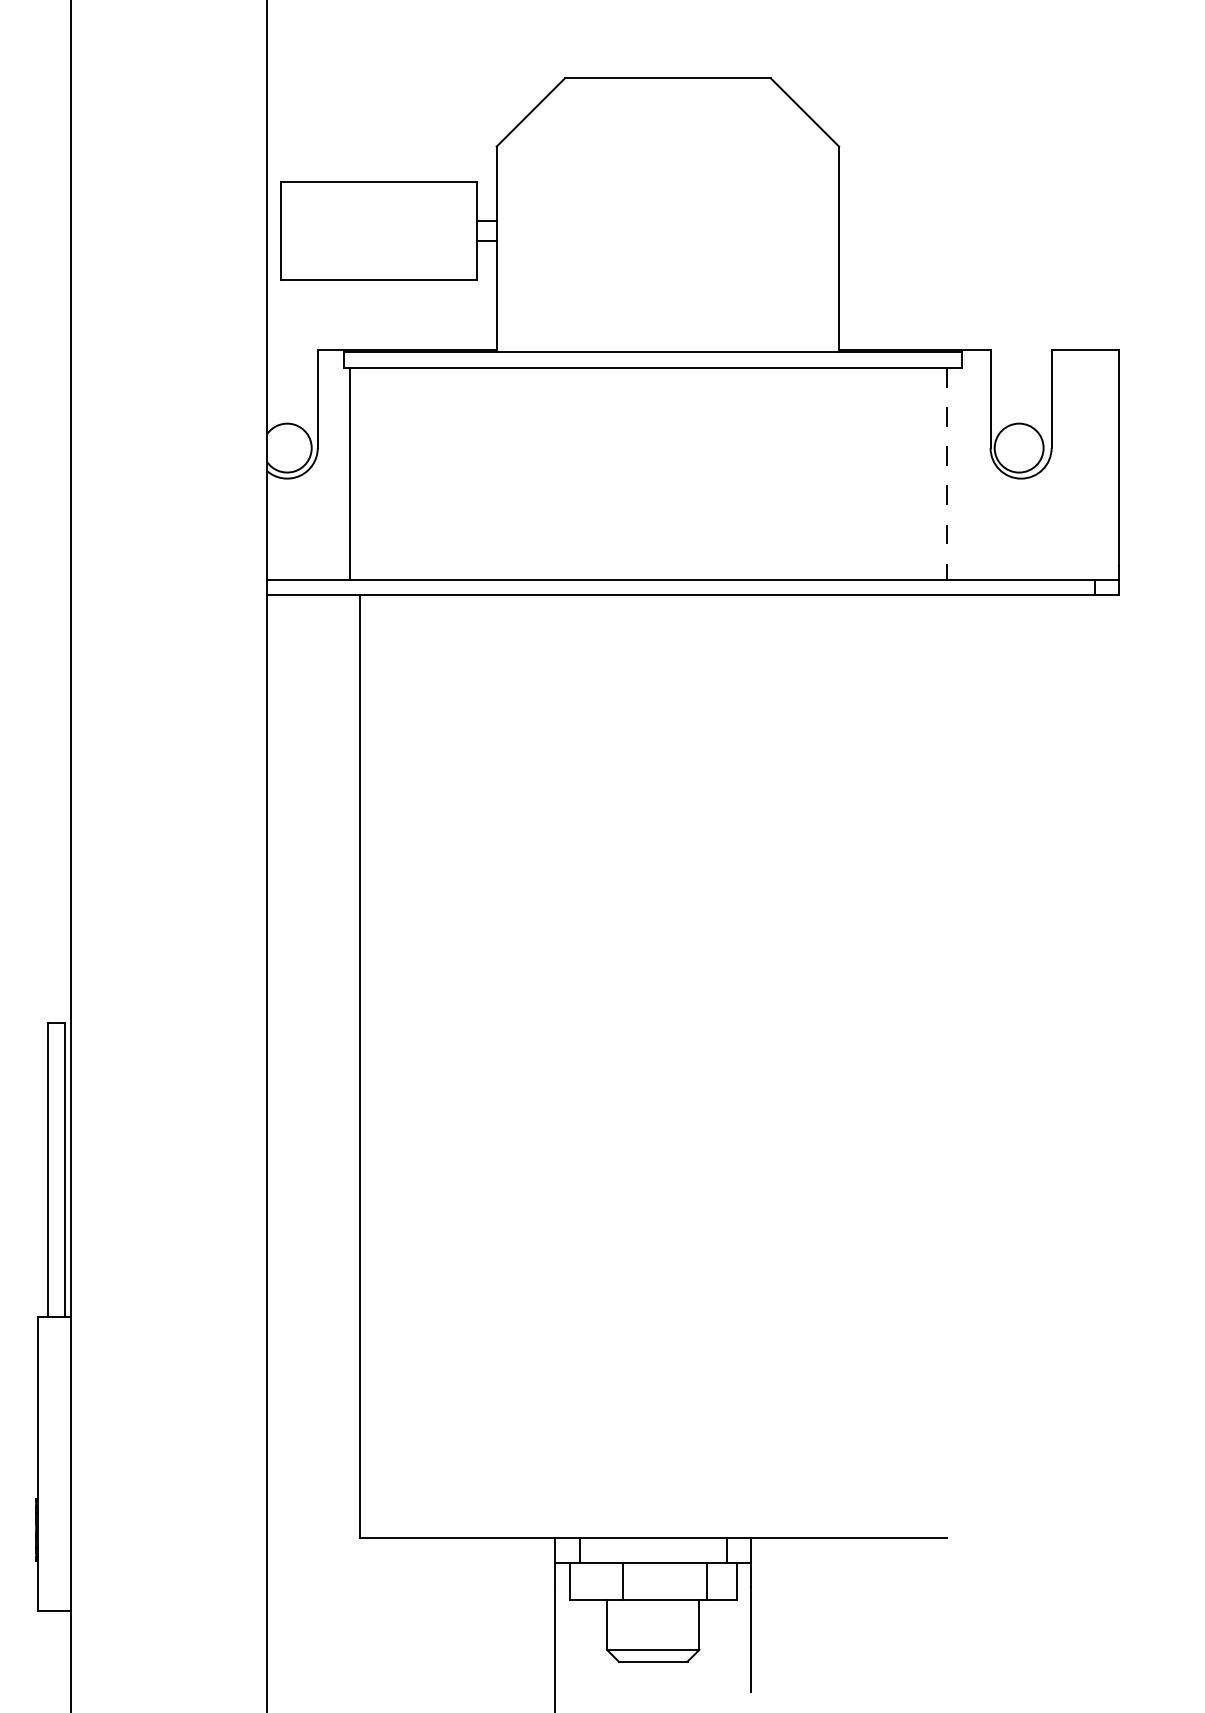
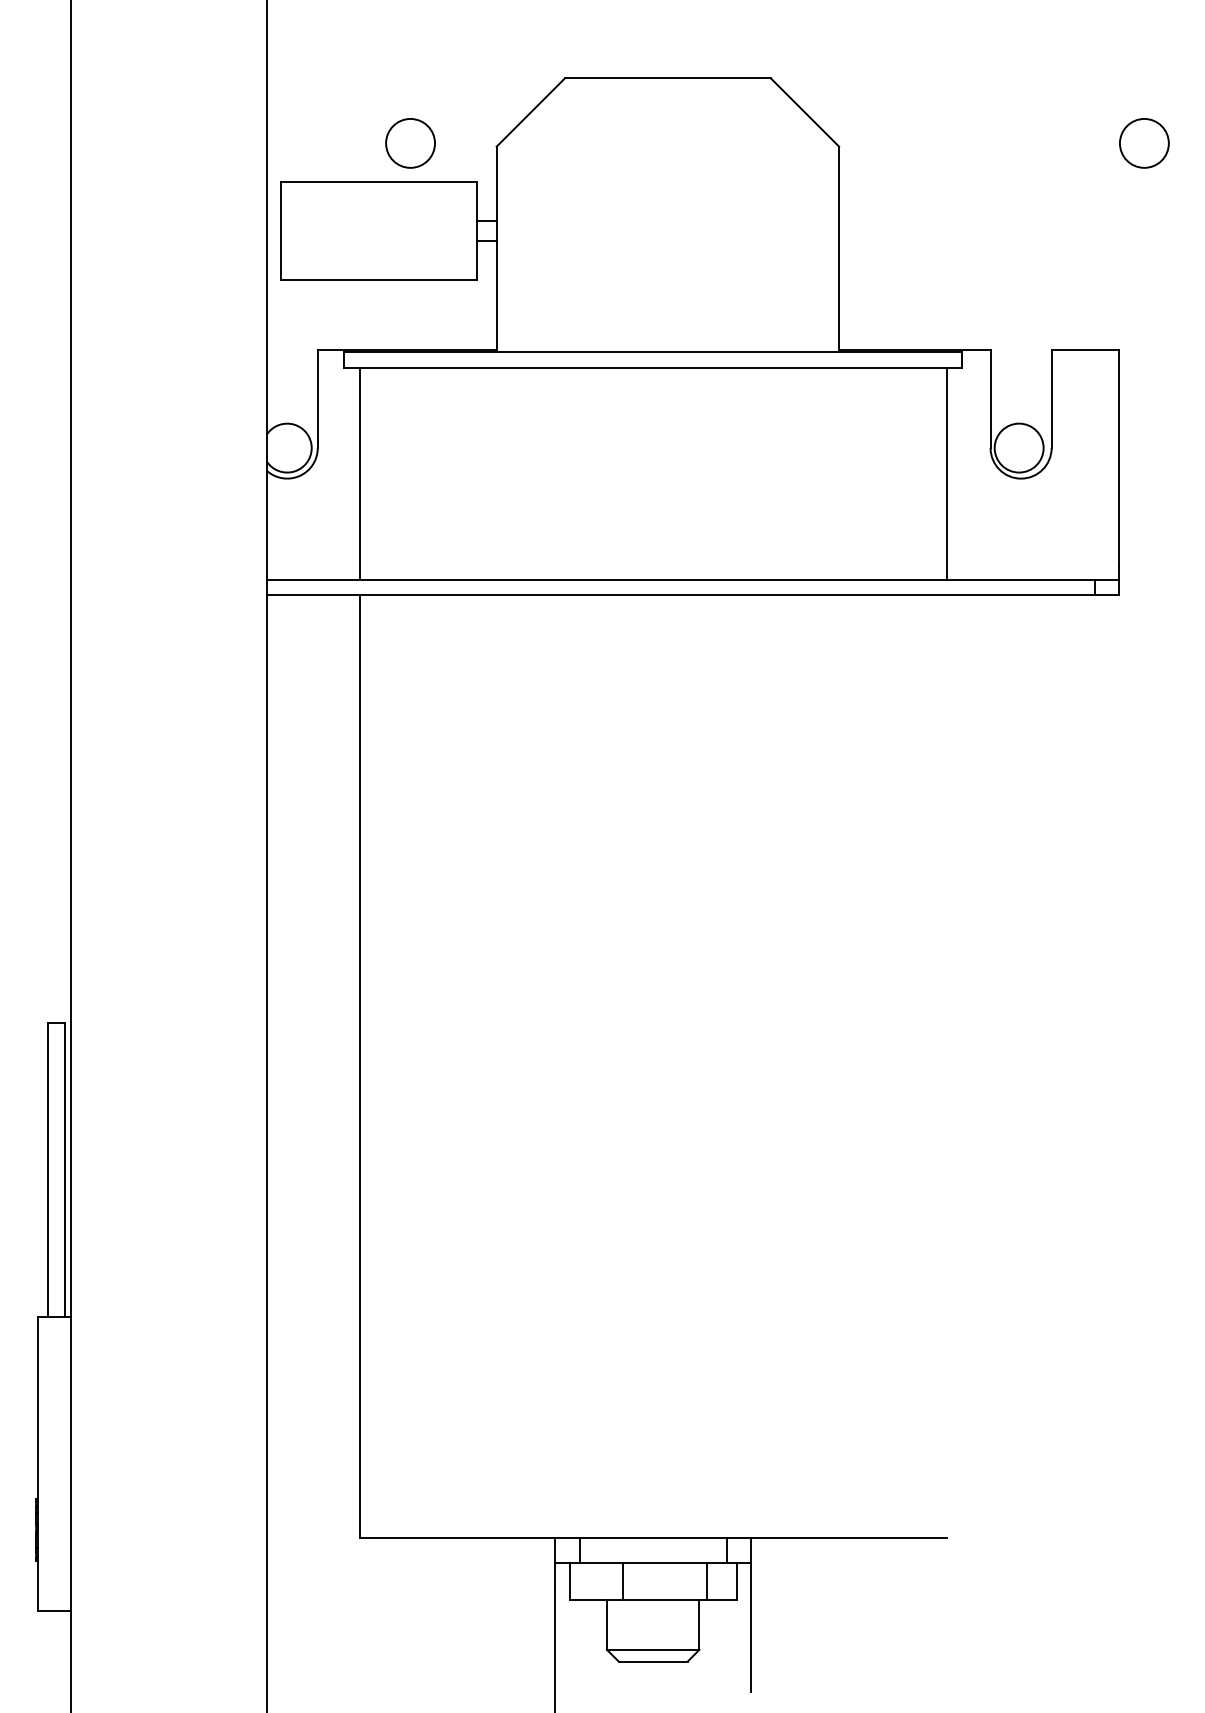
circle at (410, 143): none -> present
circle at (1144, 143): none -> present
line at (349, 474) position: (349, 474) -> (359, 474)
line at (946, 474): dashed -> solid
